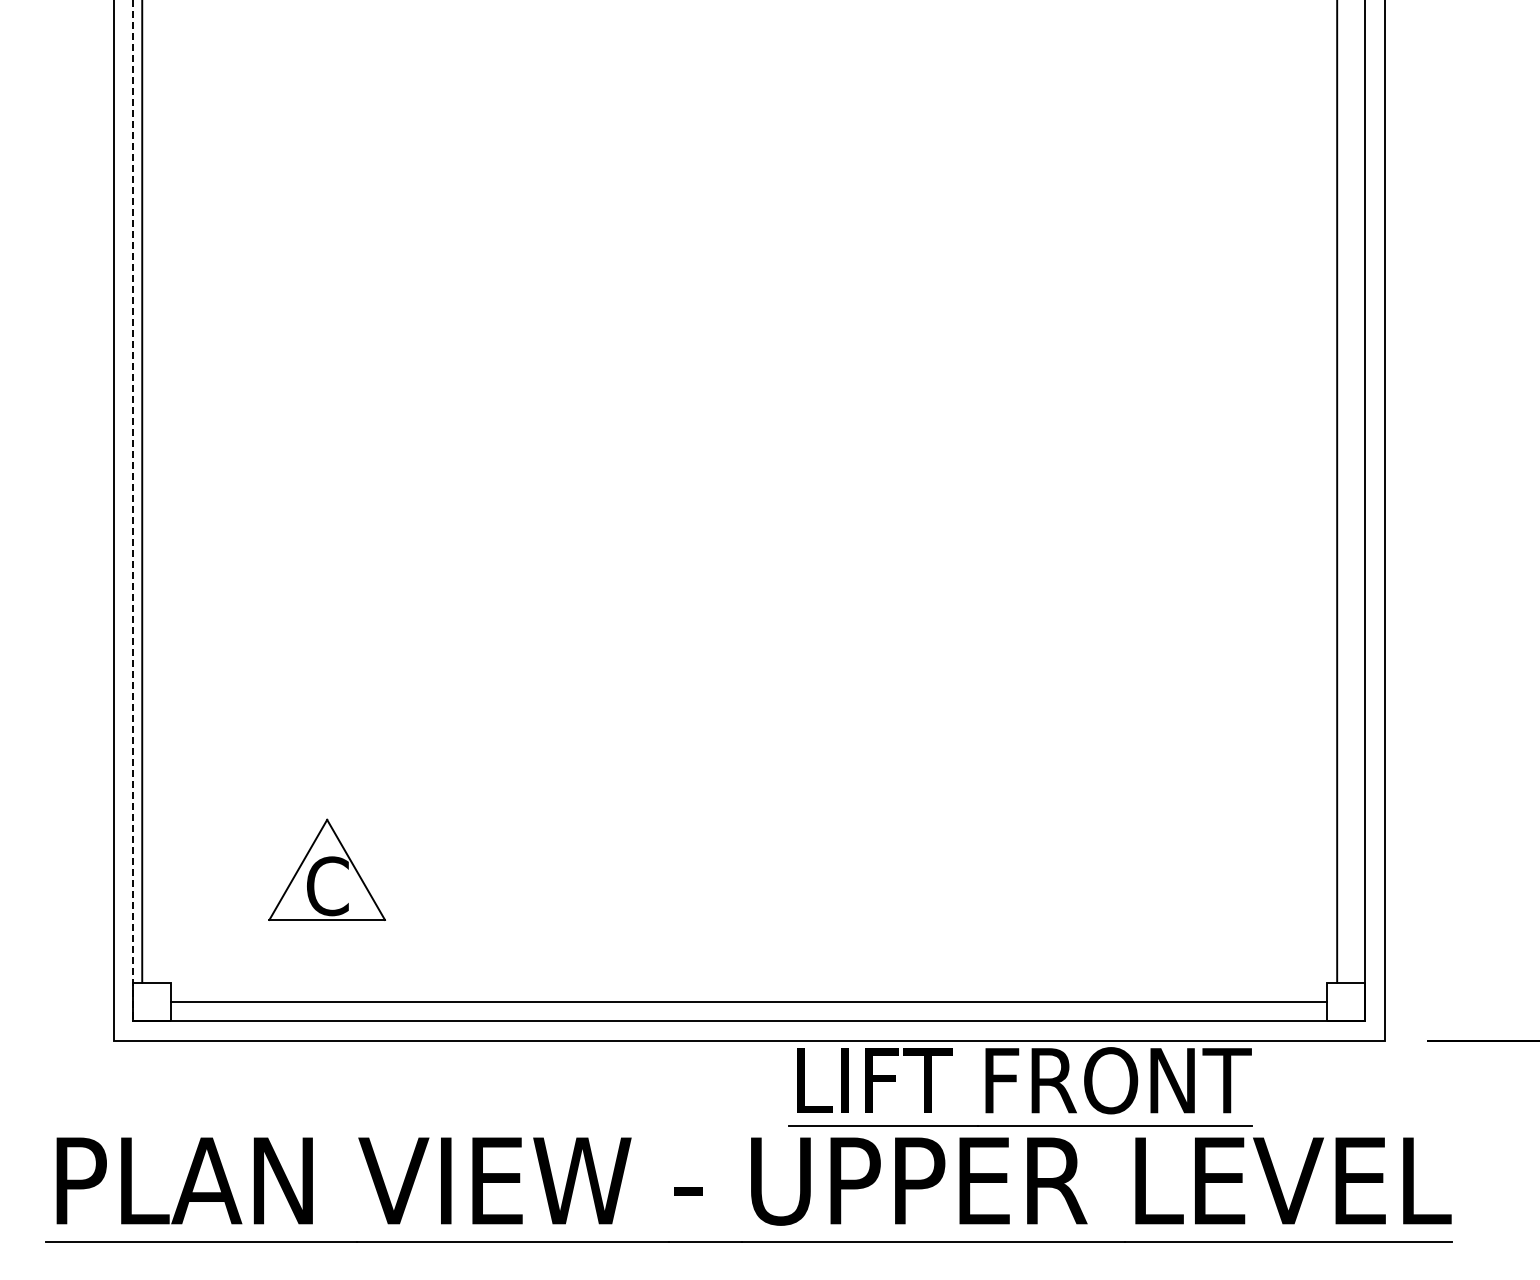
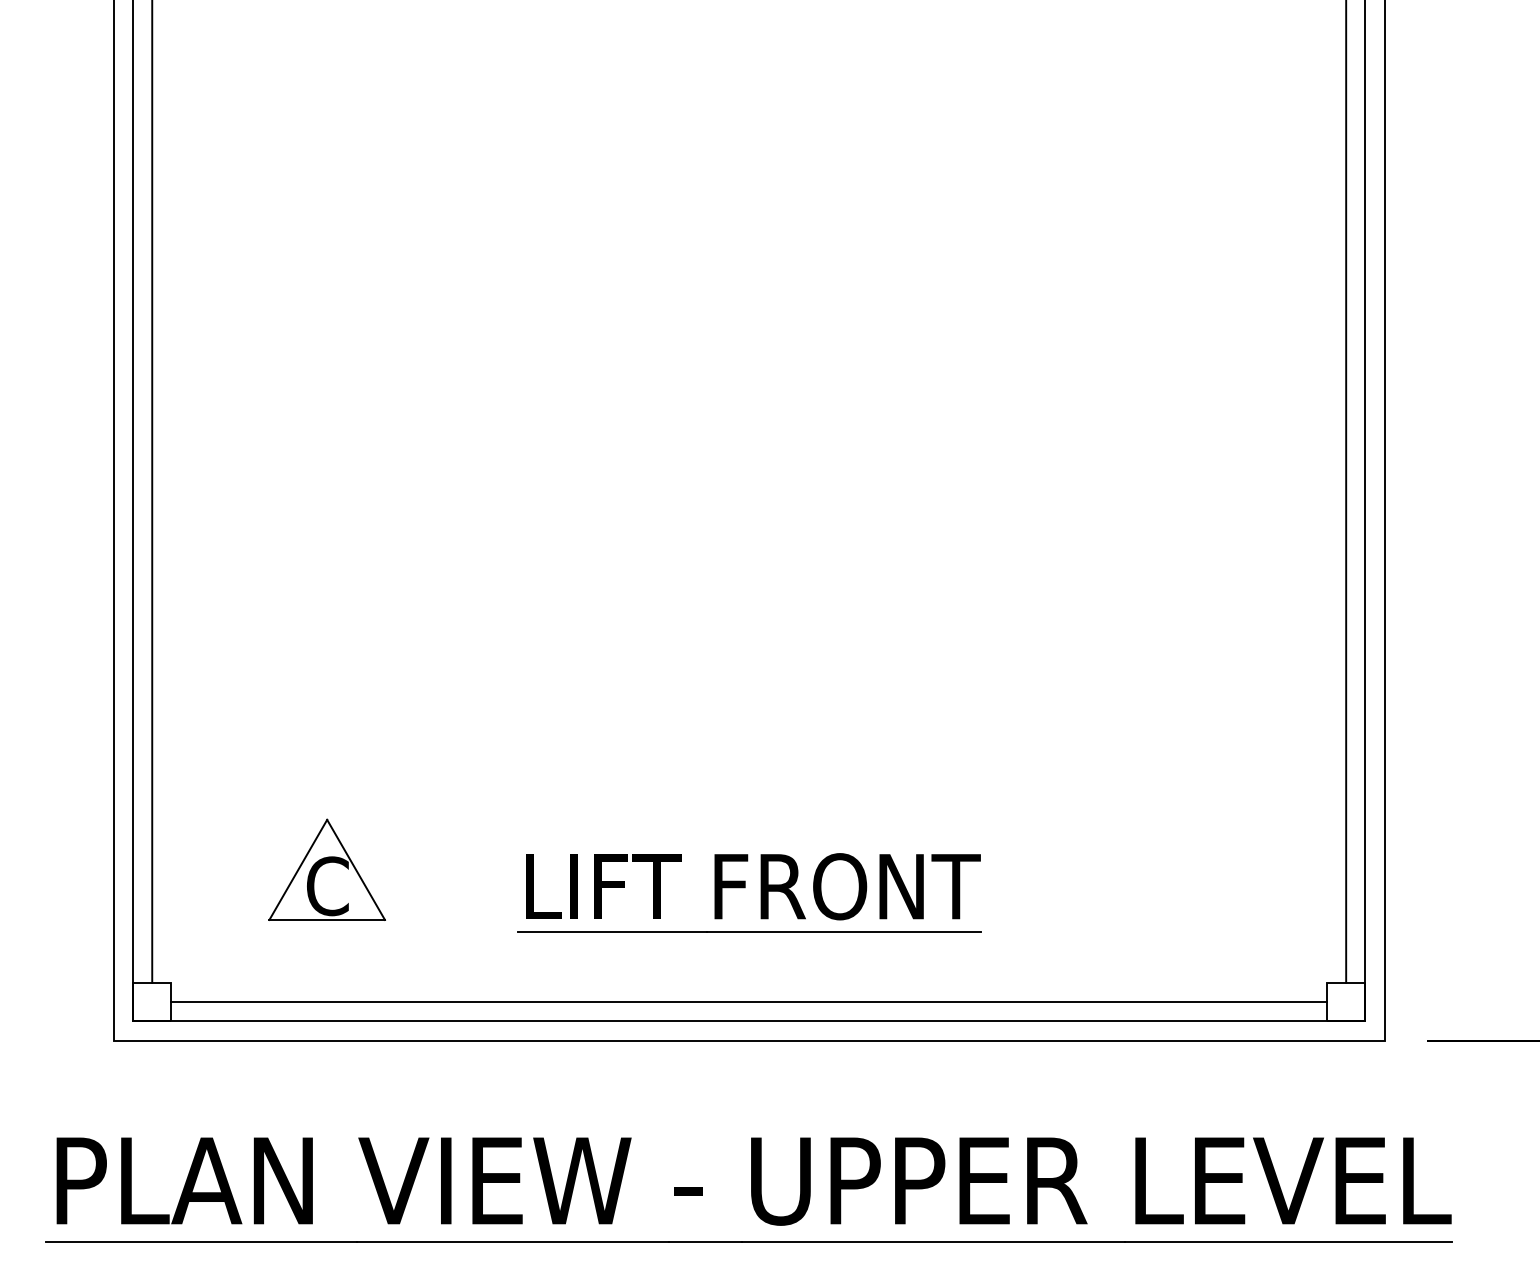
line at (142, 492) position: (142, 492) -> (152, 492)
line at (1337, 492) position: (1337, 492) -> (1346, 492)
line at (132, 511): dashed -> solid
part at (1016, 1081) position: (1016, 1081) -> (745, 887)
